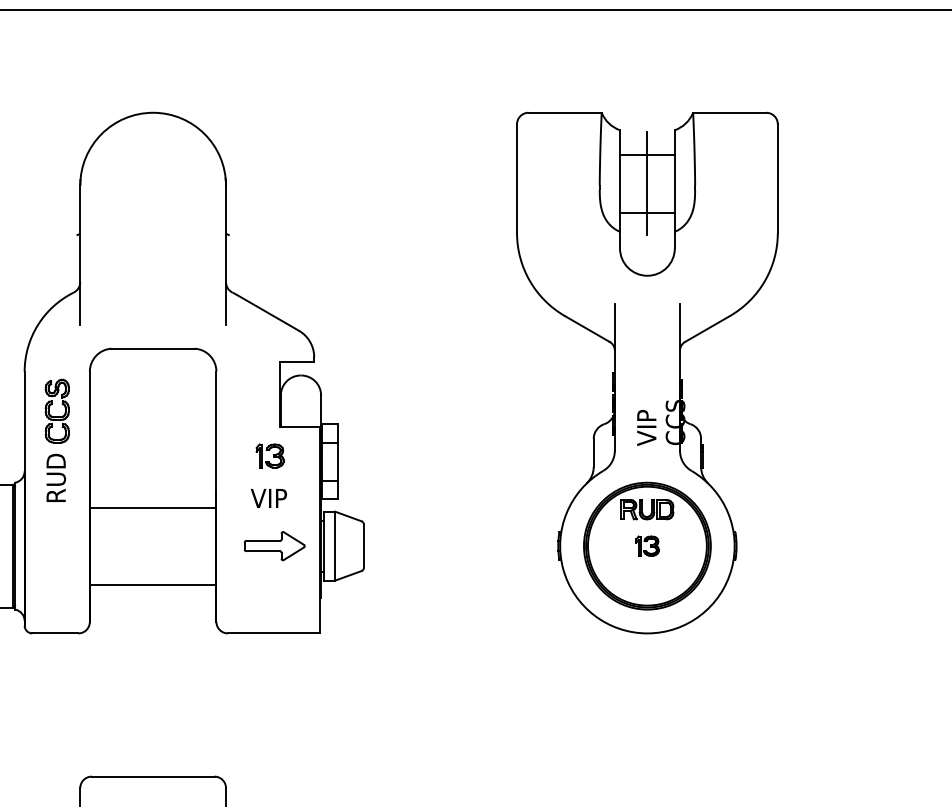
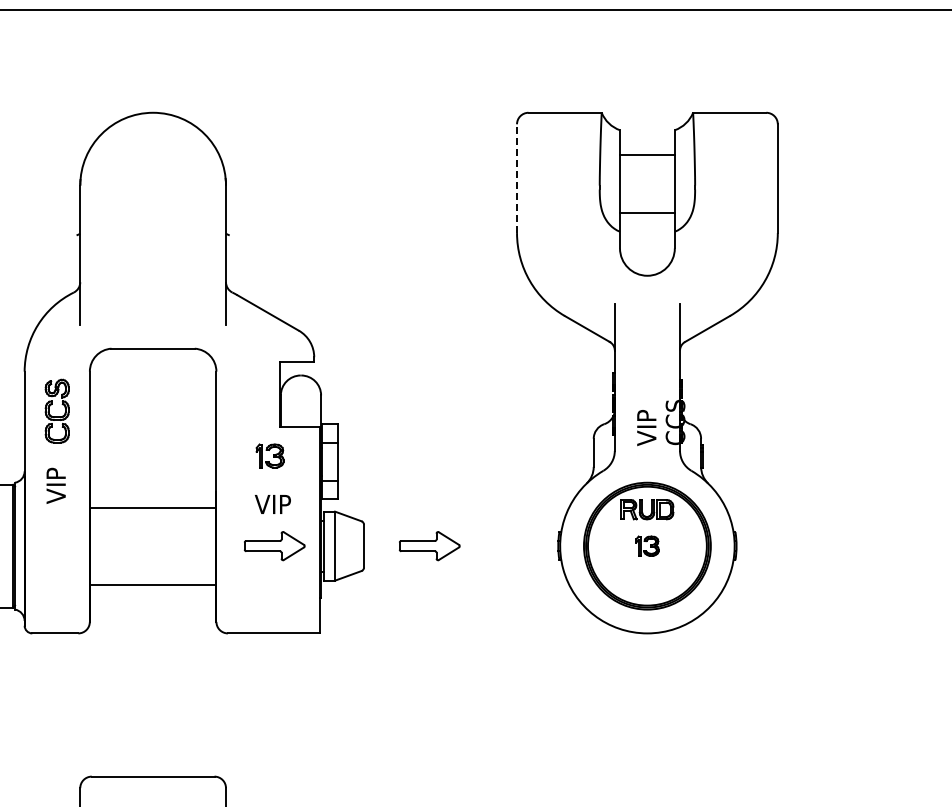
line at (517, 178): solid -> dashed
line at (647, 183): present -> none
text at (56, 478): RUD -> VIP
text at (268, 498) position: (268, 498) -> (272, 504)
part at (429, 546): none -> present
